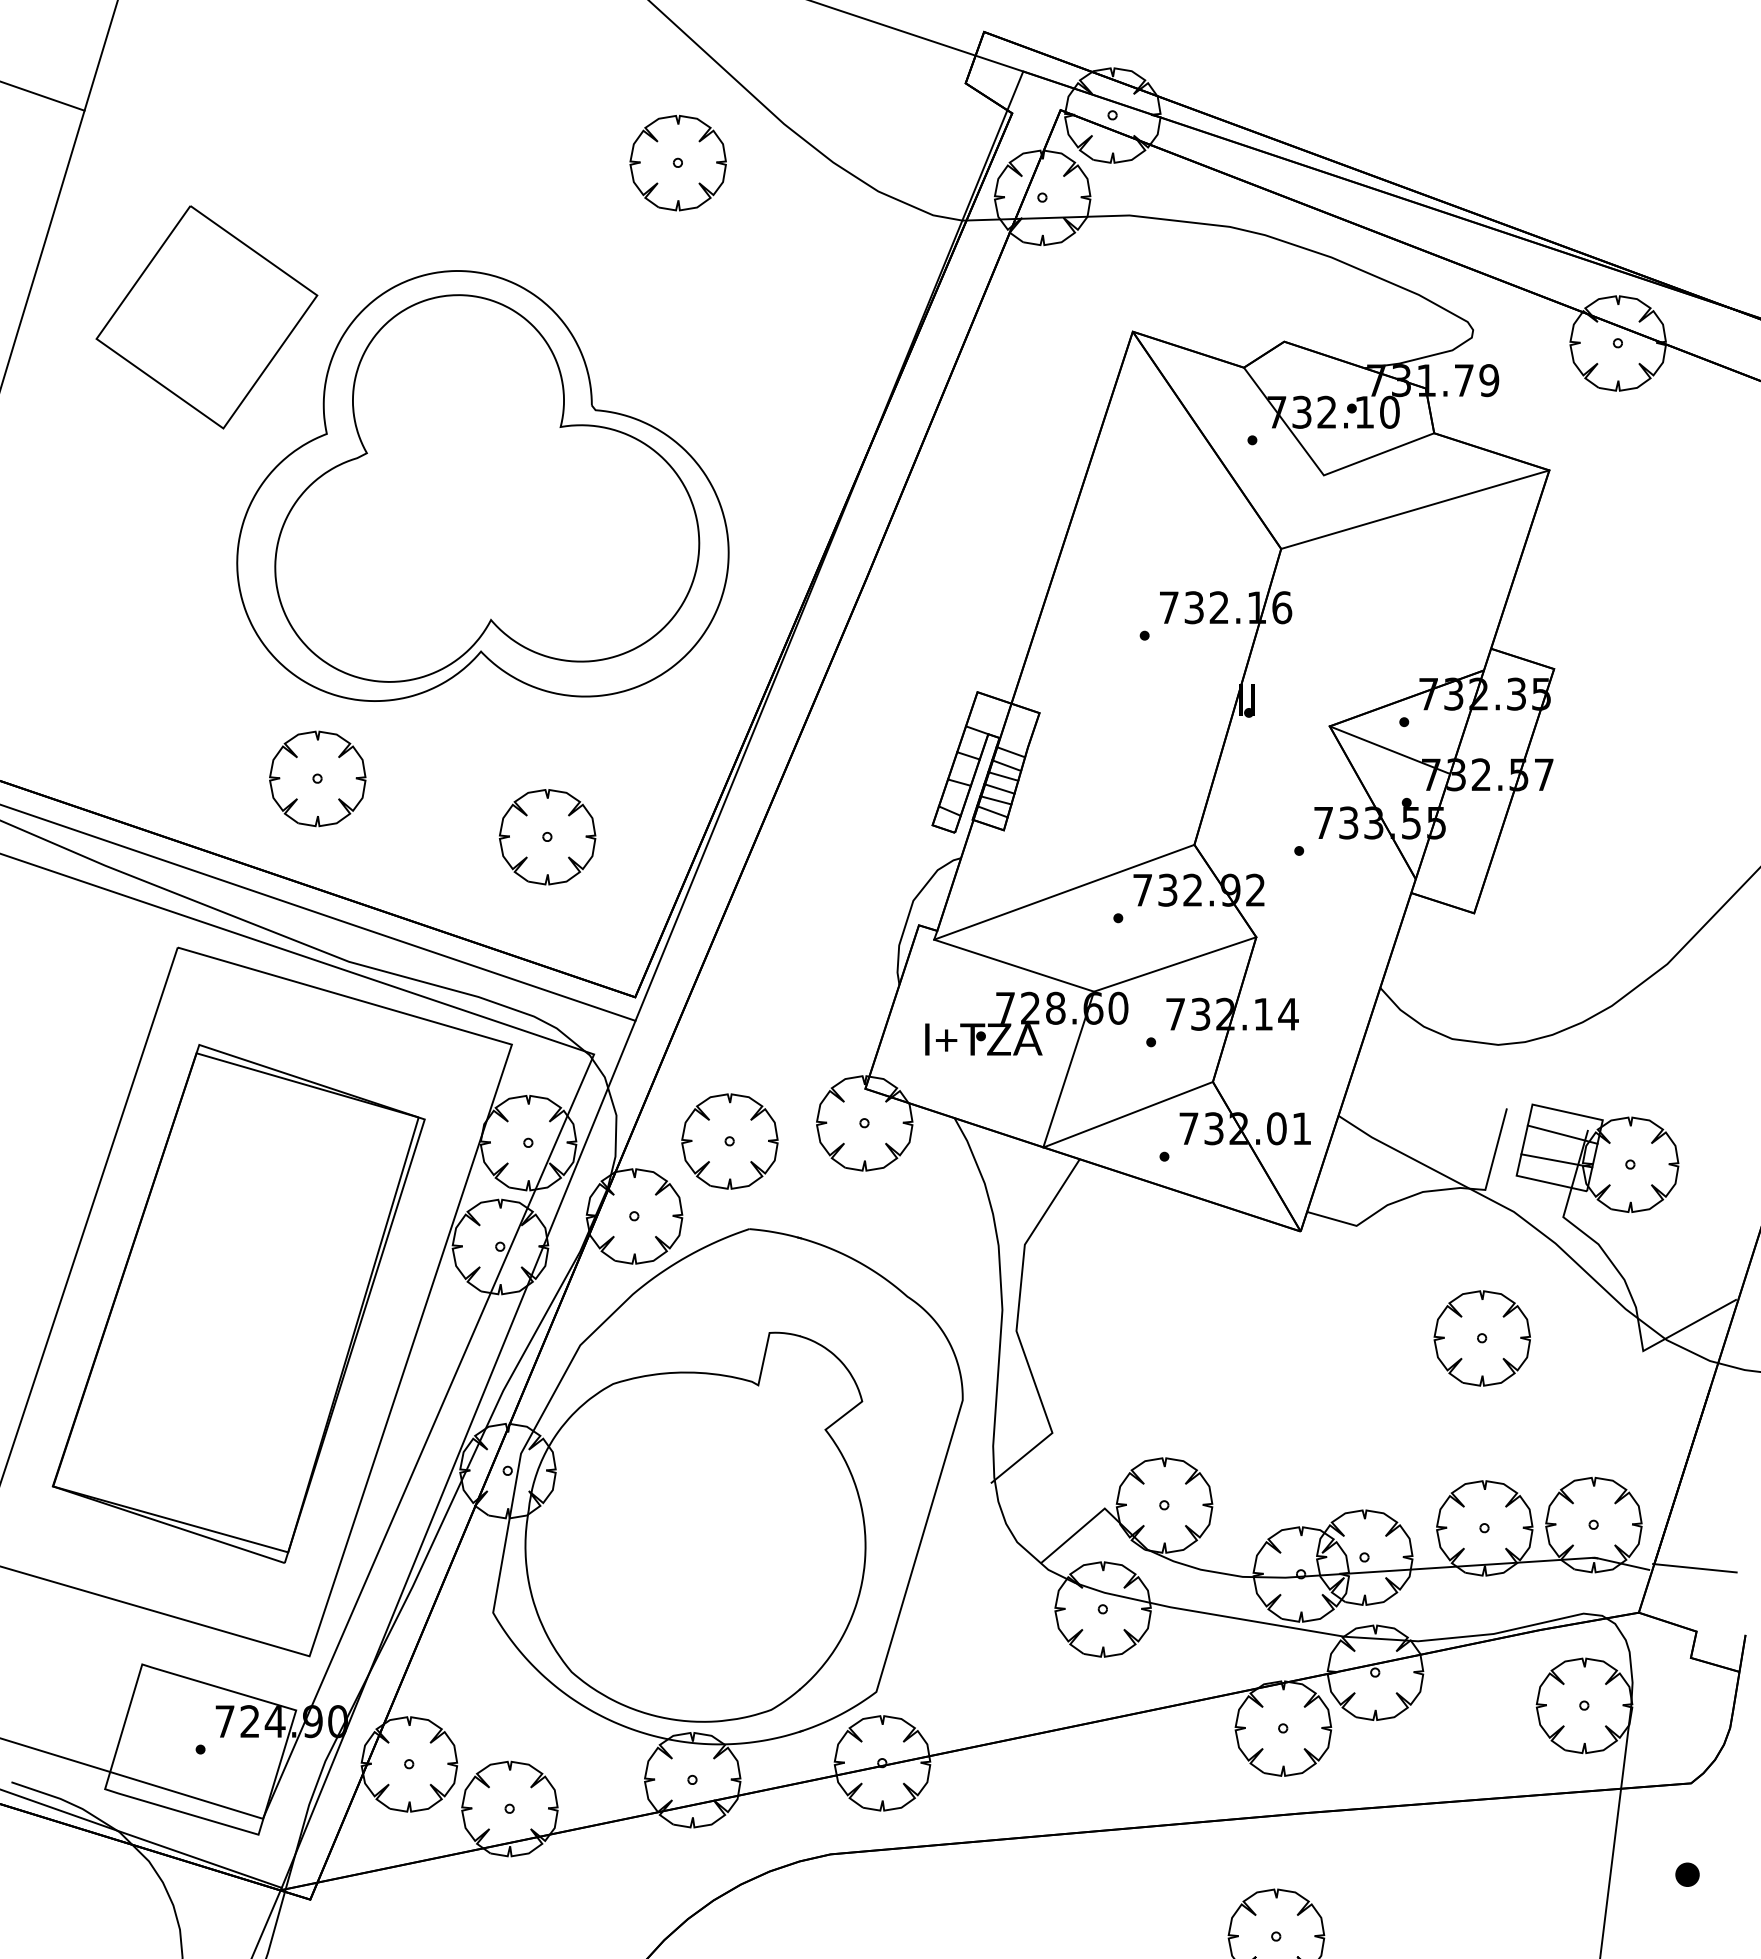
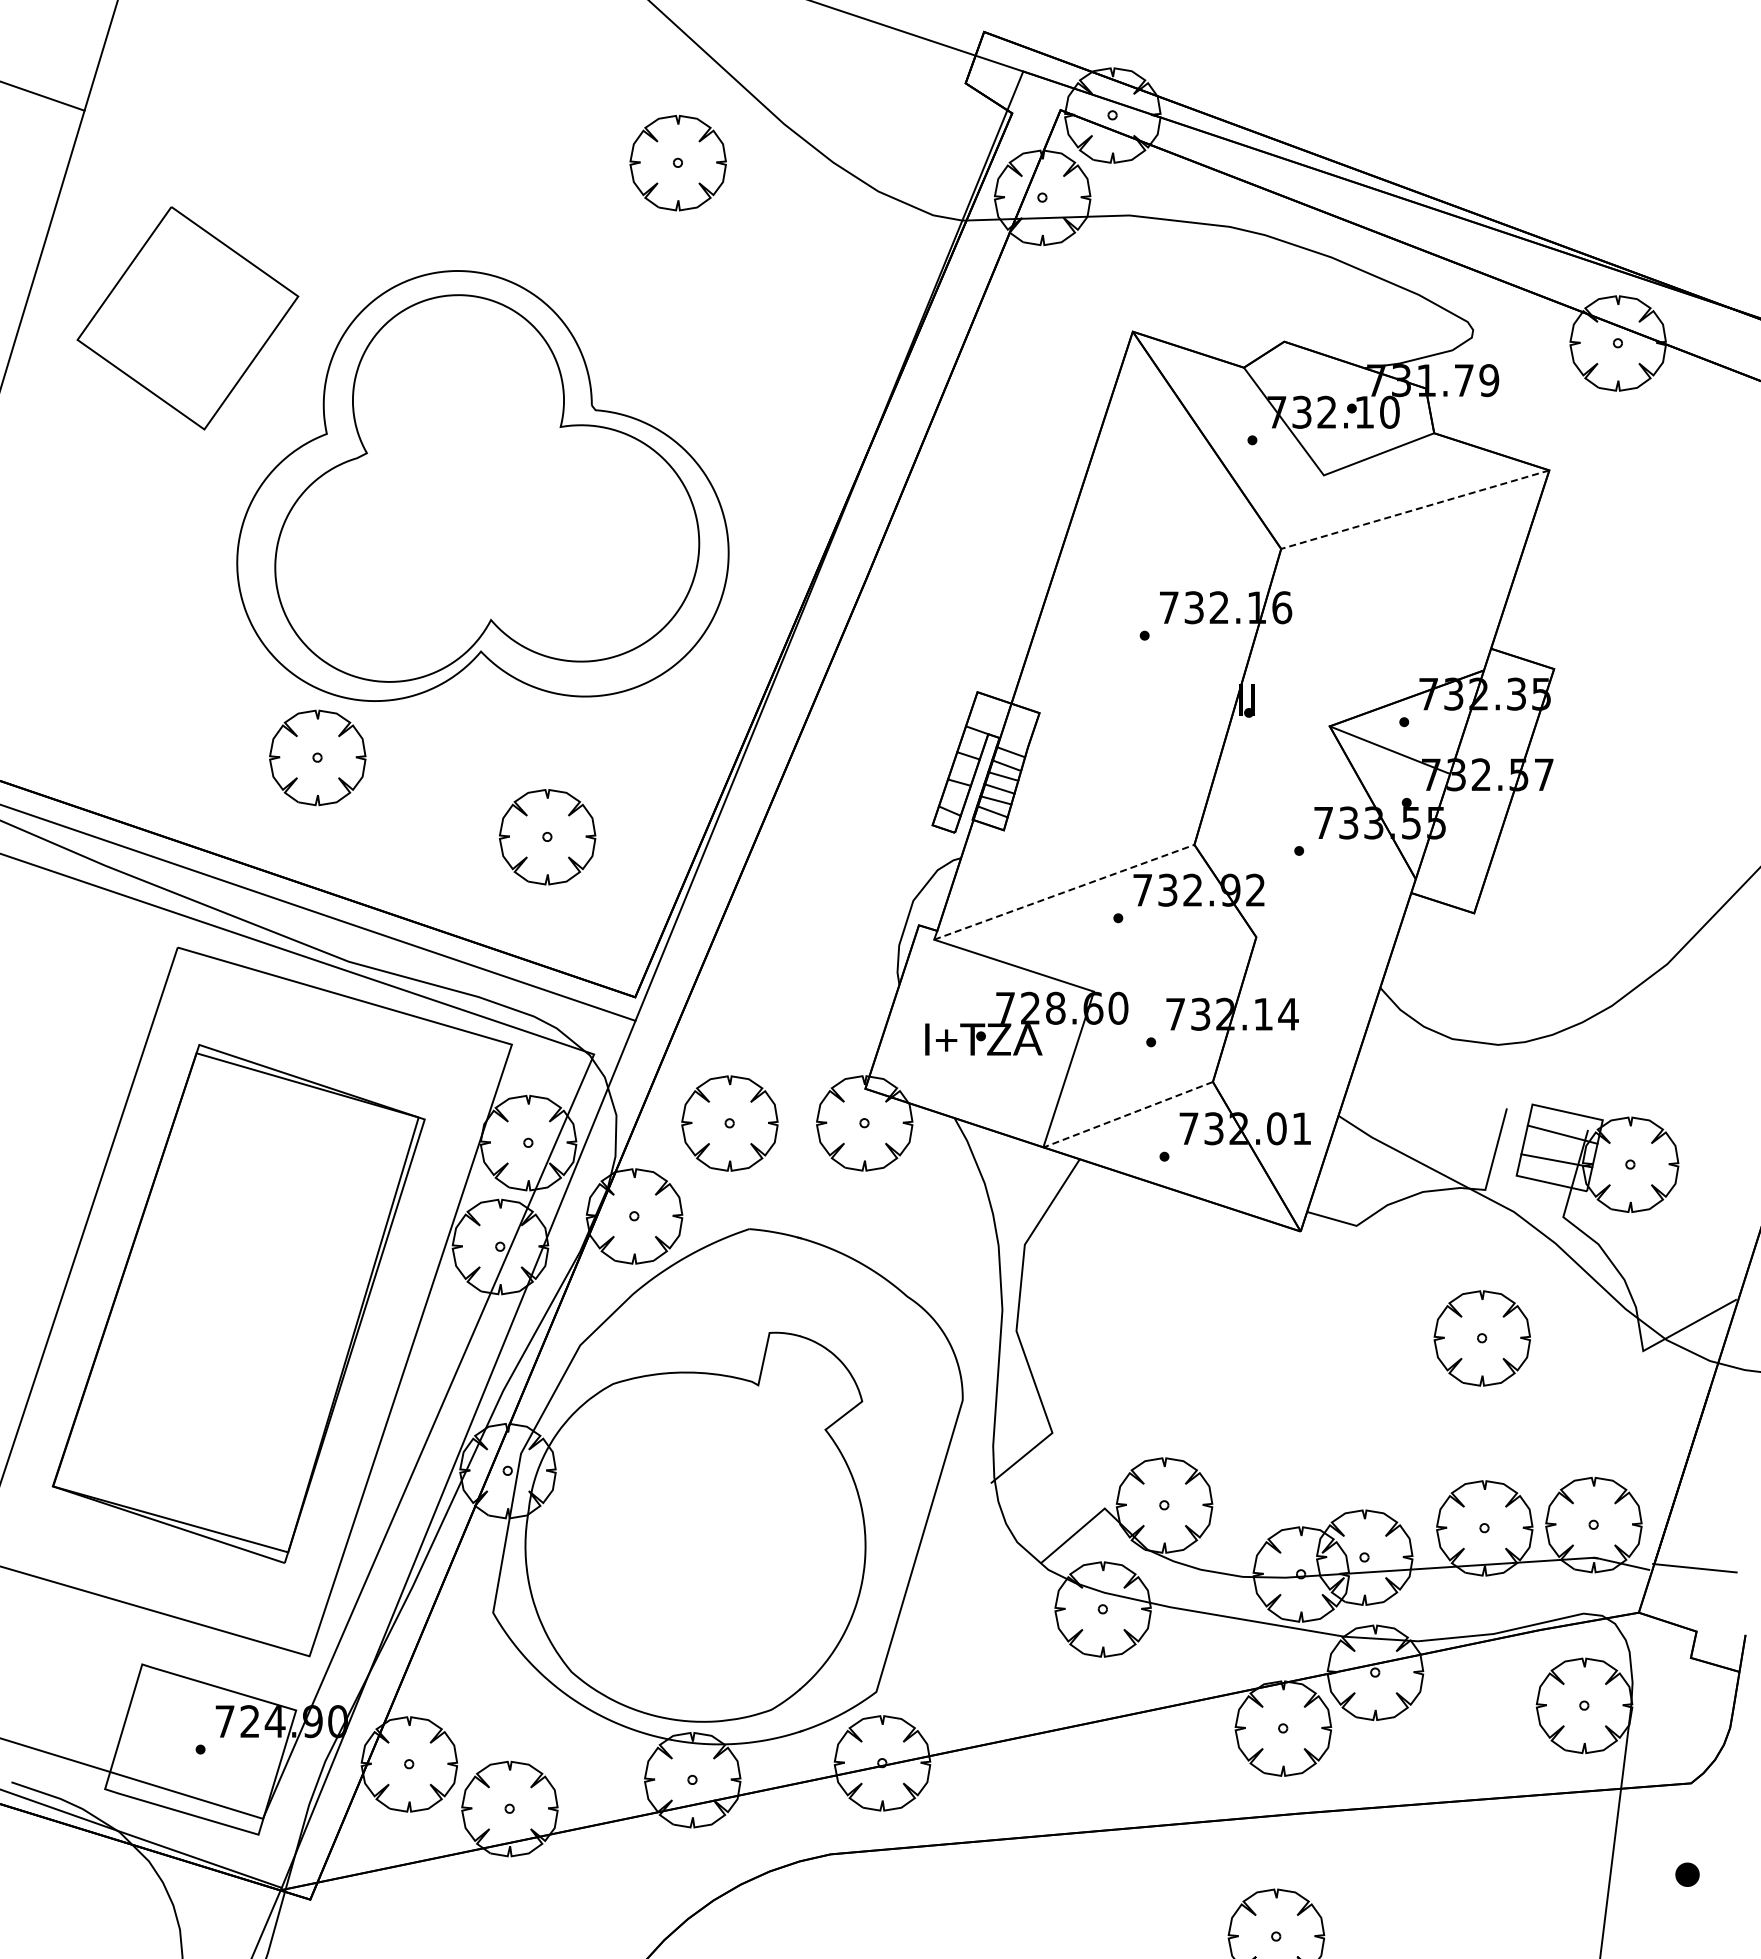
part at (206, 317) position: (206, 317) -> (187, 318)
line at (1415, 509): solid -> dashed
part at (317, 778) position: (317, 778) -> (317, 757)
line at (1064, 892): solid -> dashed
line at (1175, 964): present -> none
line at (1128, 1114): solid -> dashed
part at (729, 1141) position: (729, 1141) -> (729, 1123)
